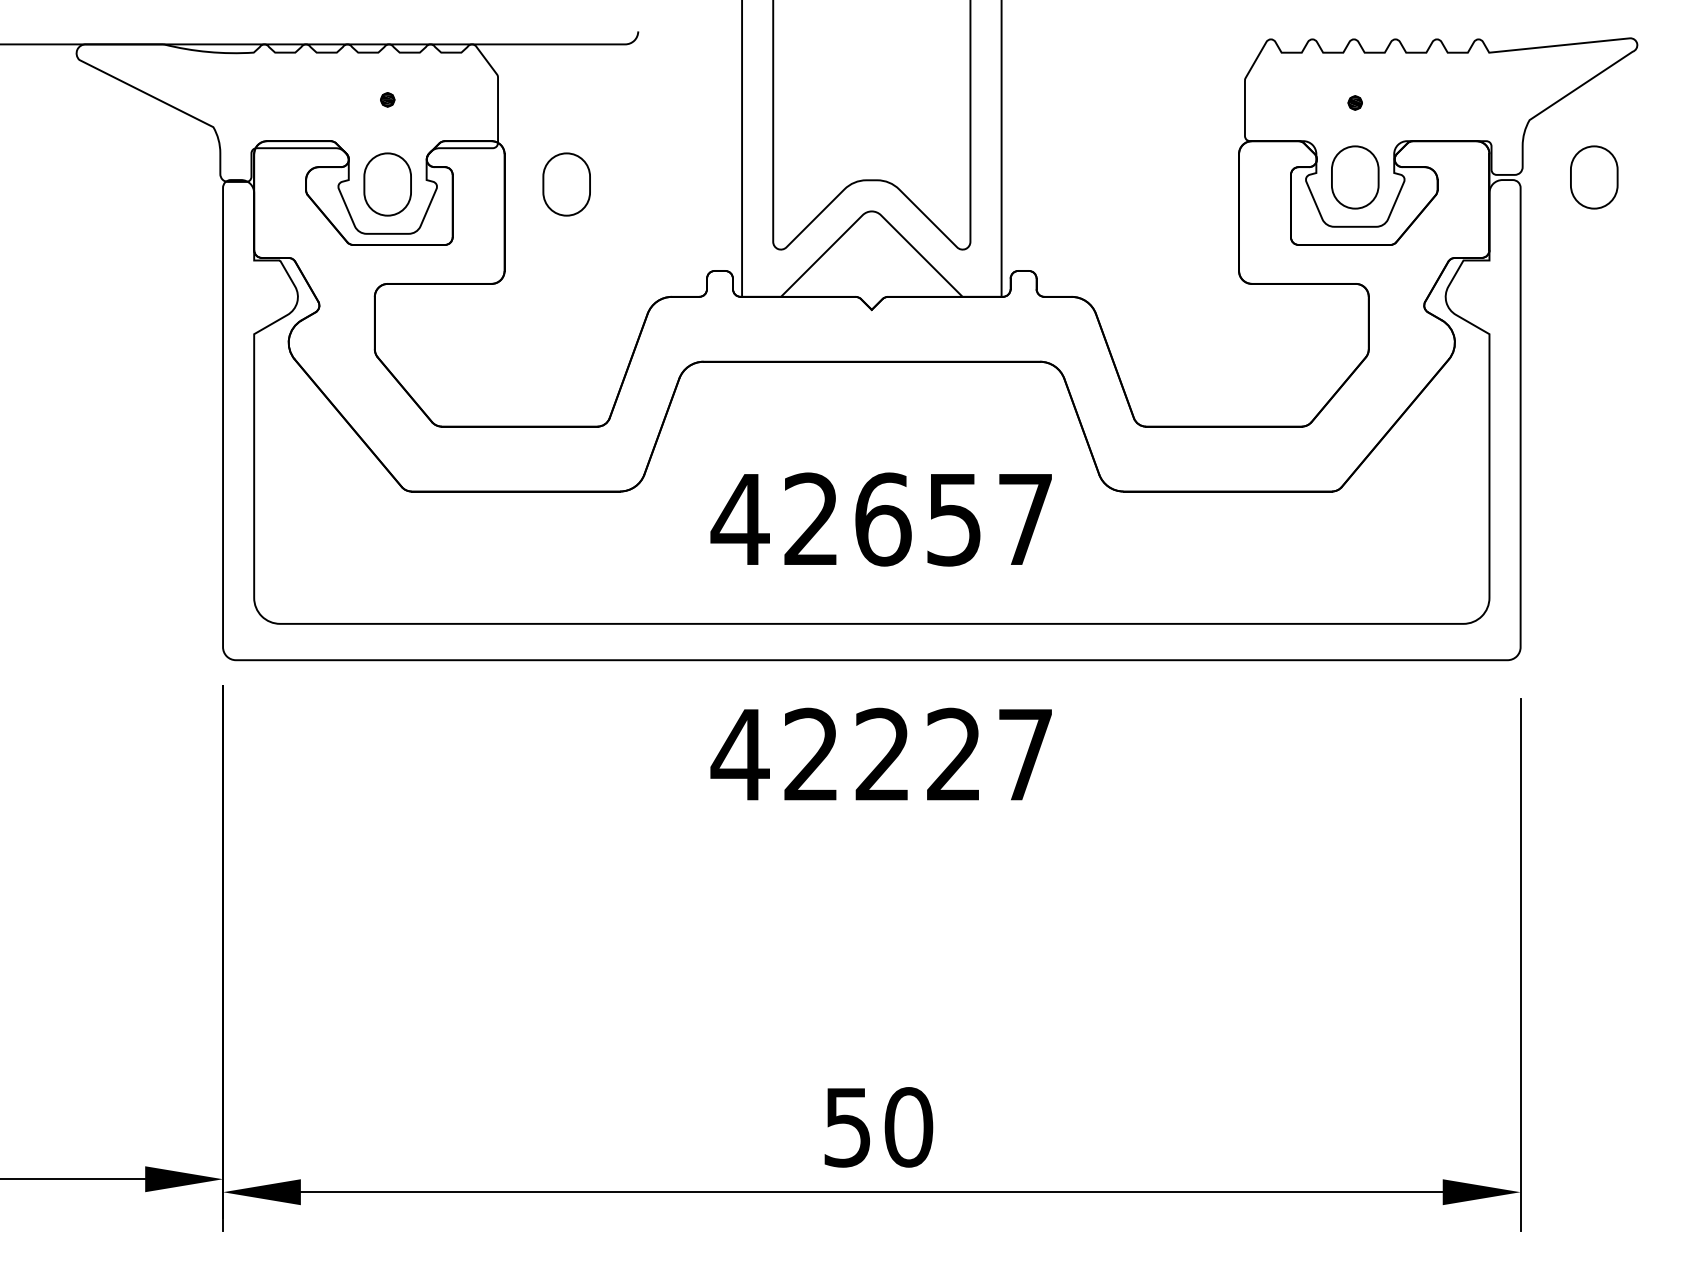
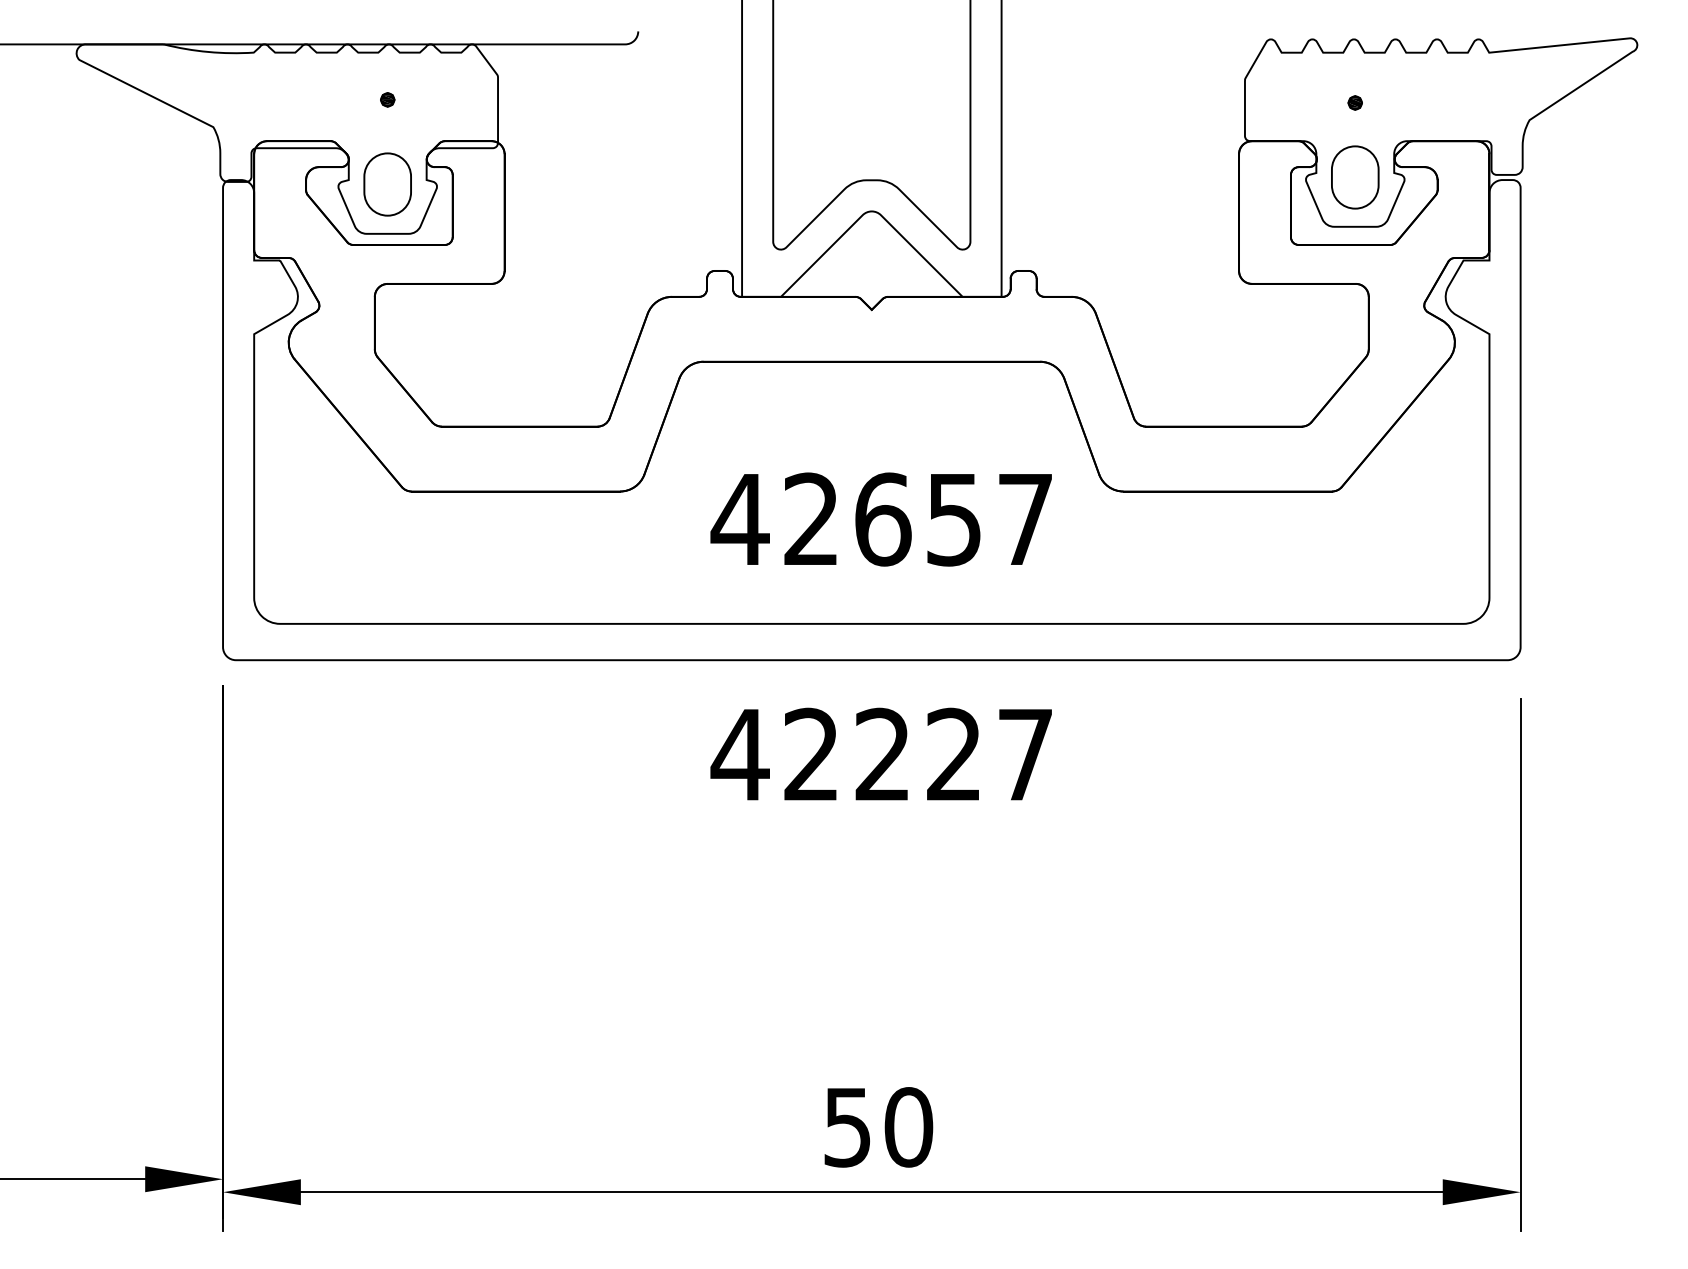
part at (1594, 177): present -> none
part at (566, 184): present -> none
